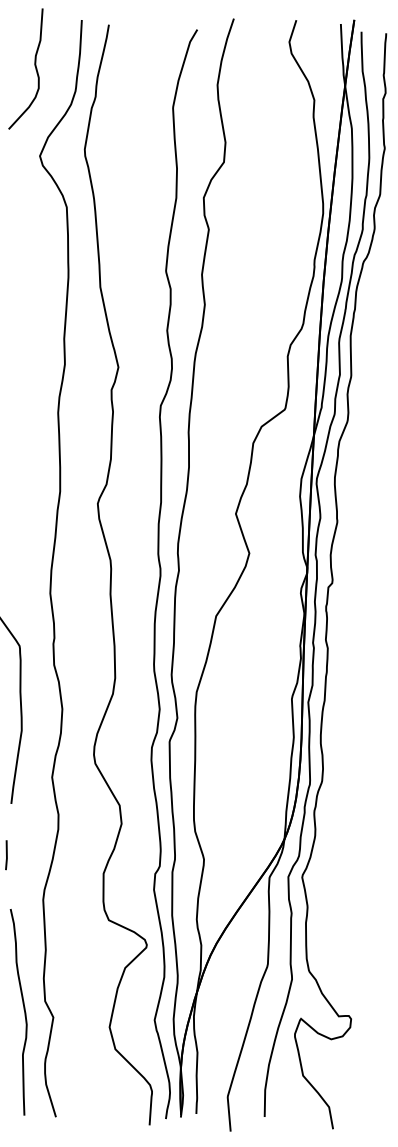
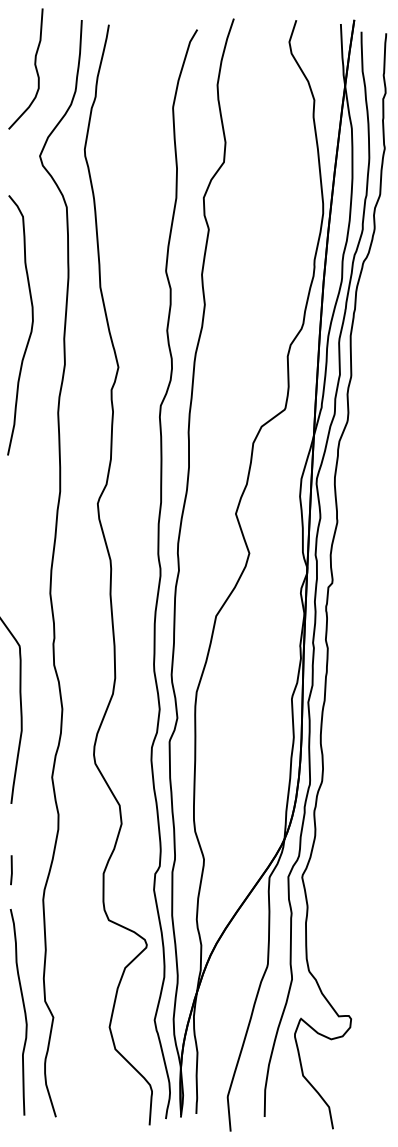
curve at (30, 329): none -> present
line at (6, 855) position: (6, 855) -> (11, 870)
